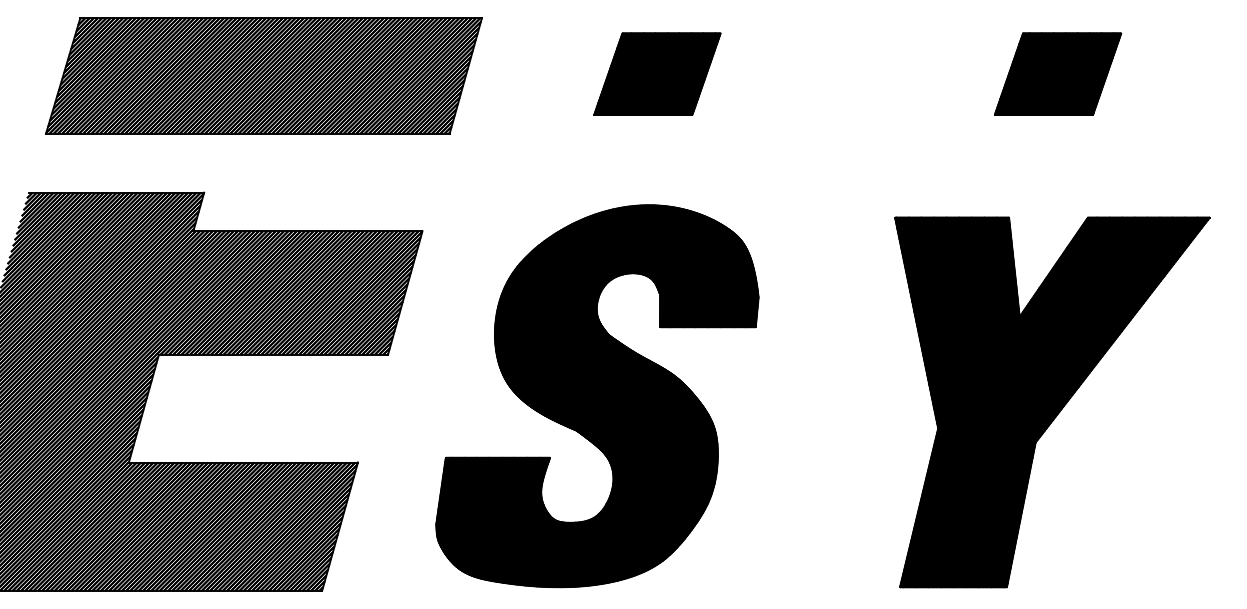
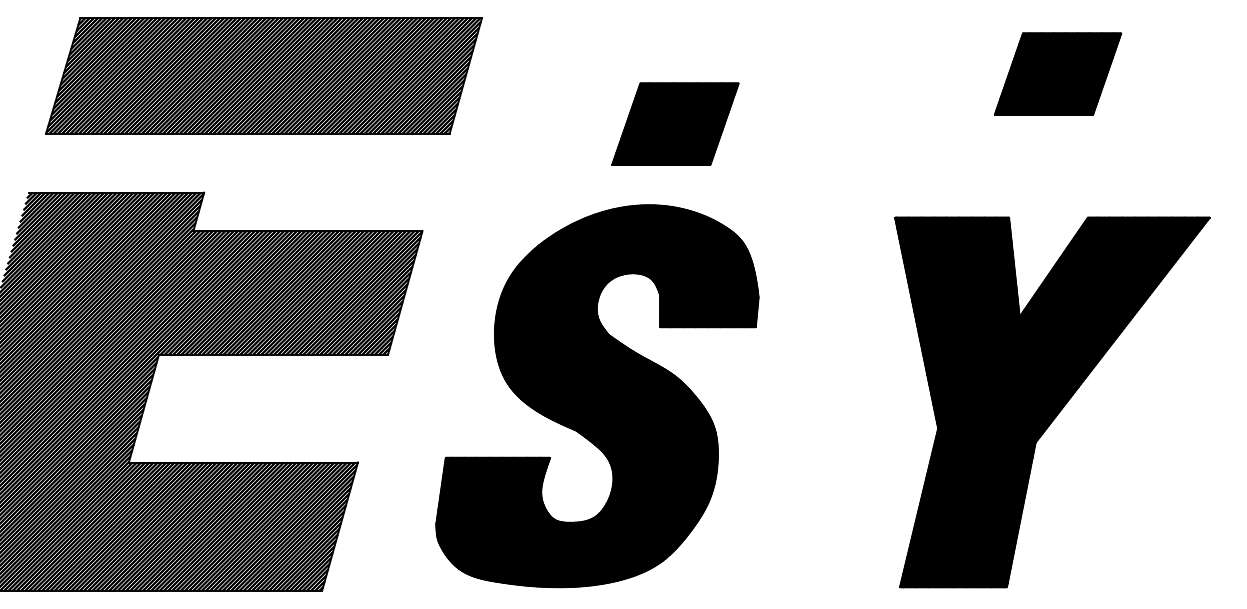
part at (657, 73) position: (657, 73) -> (675, 123)
